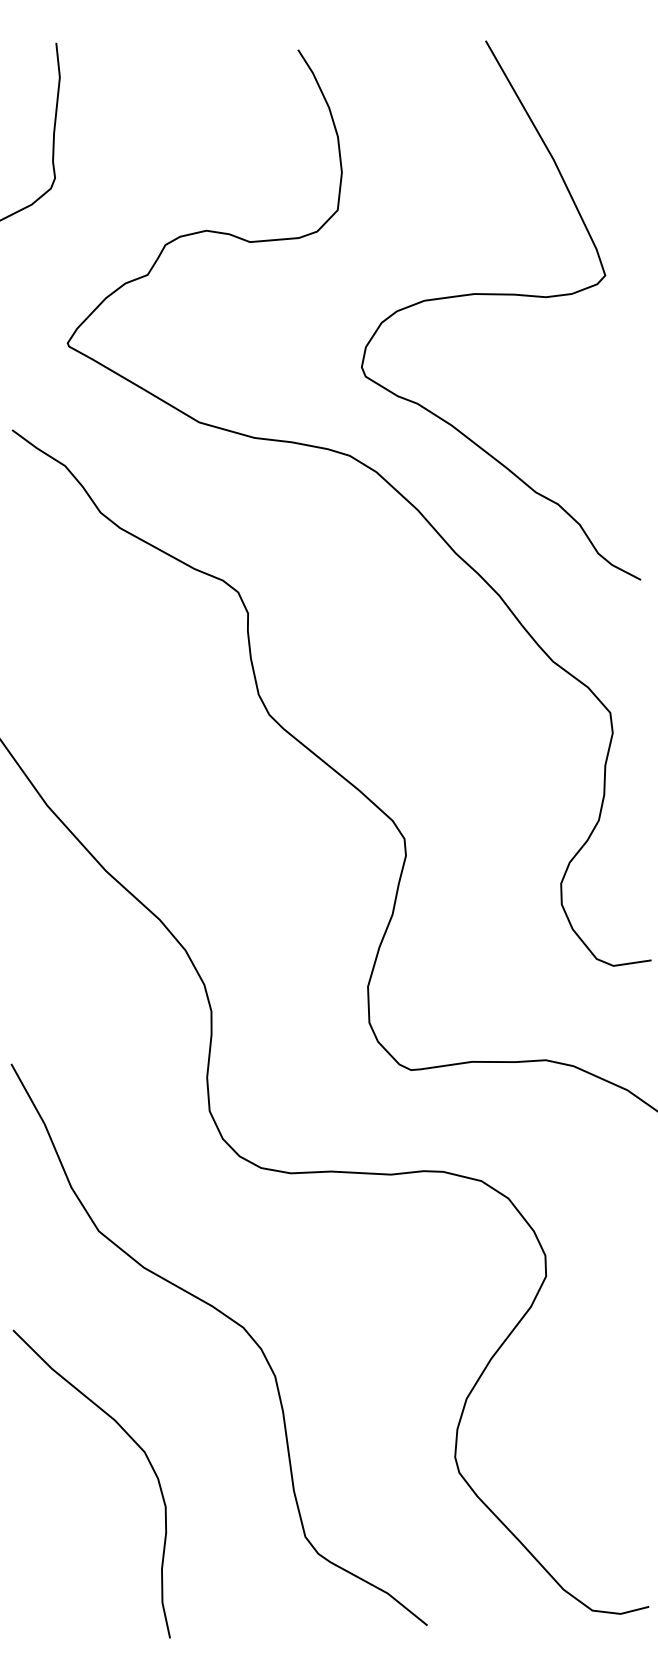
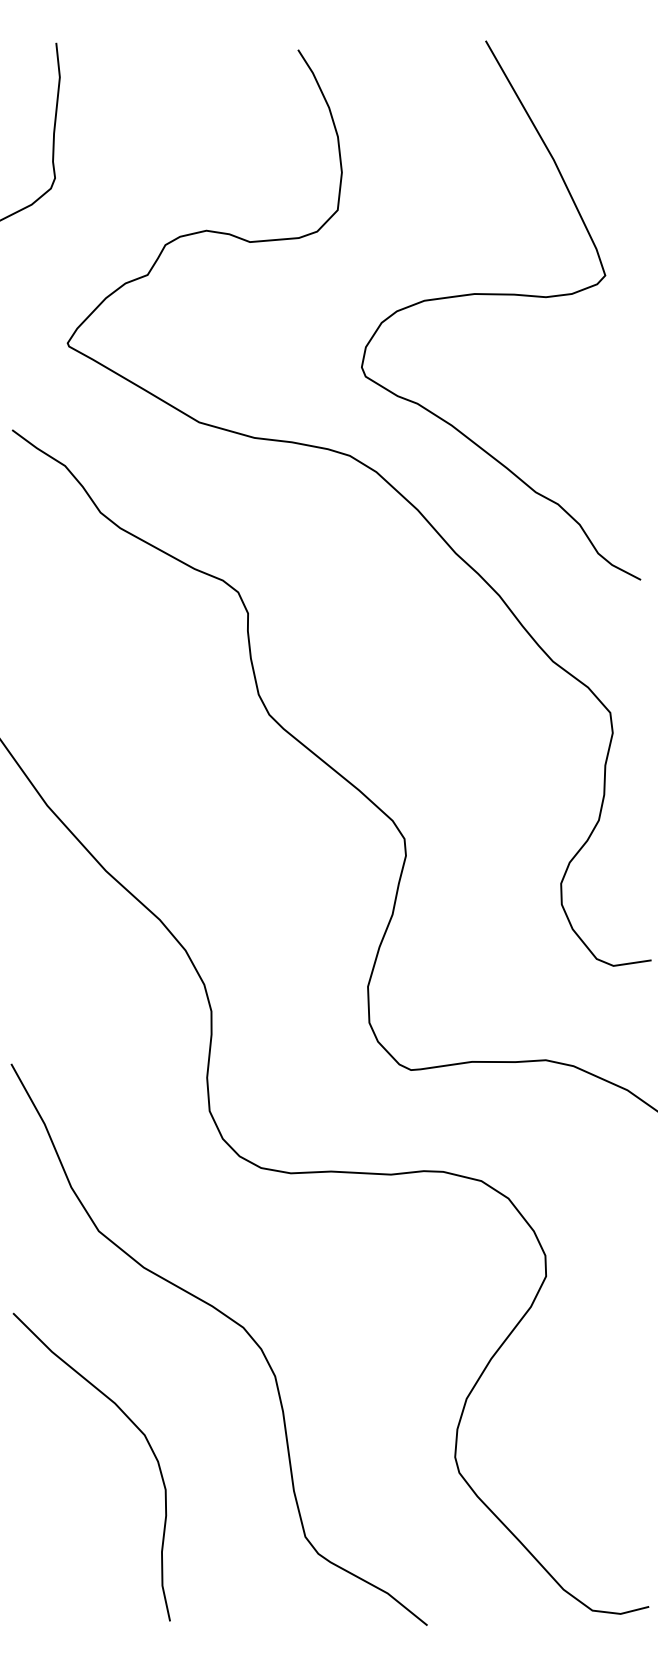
curve at (133, 1441) position: (133, 1441) -> (133, 1424)
